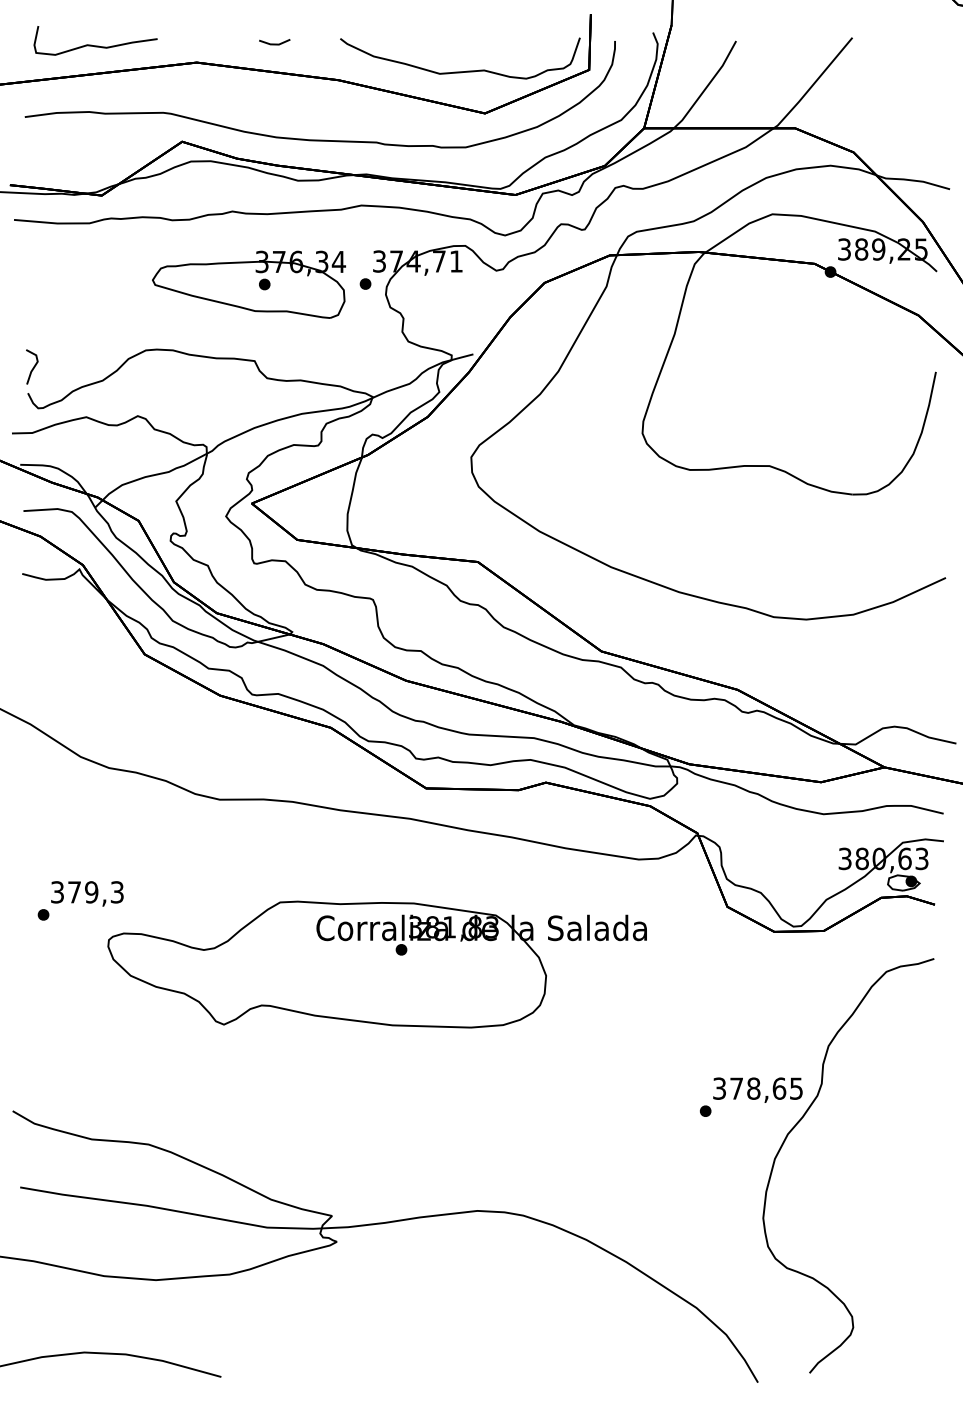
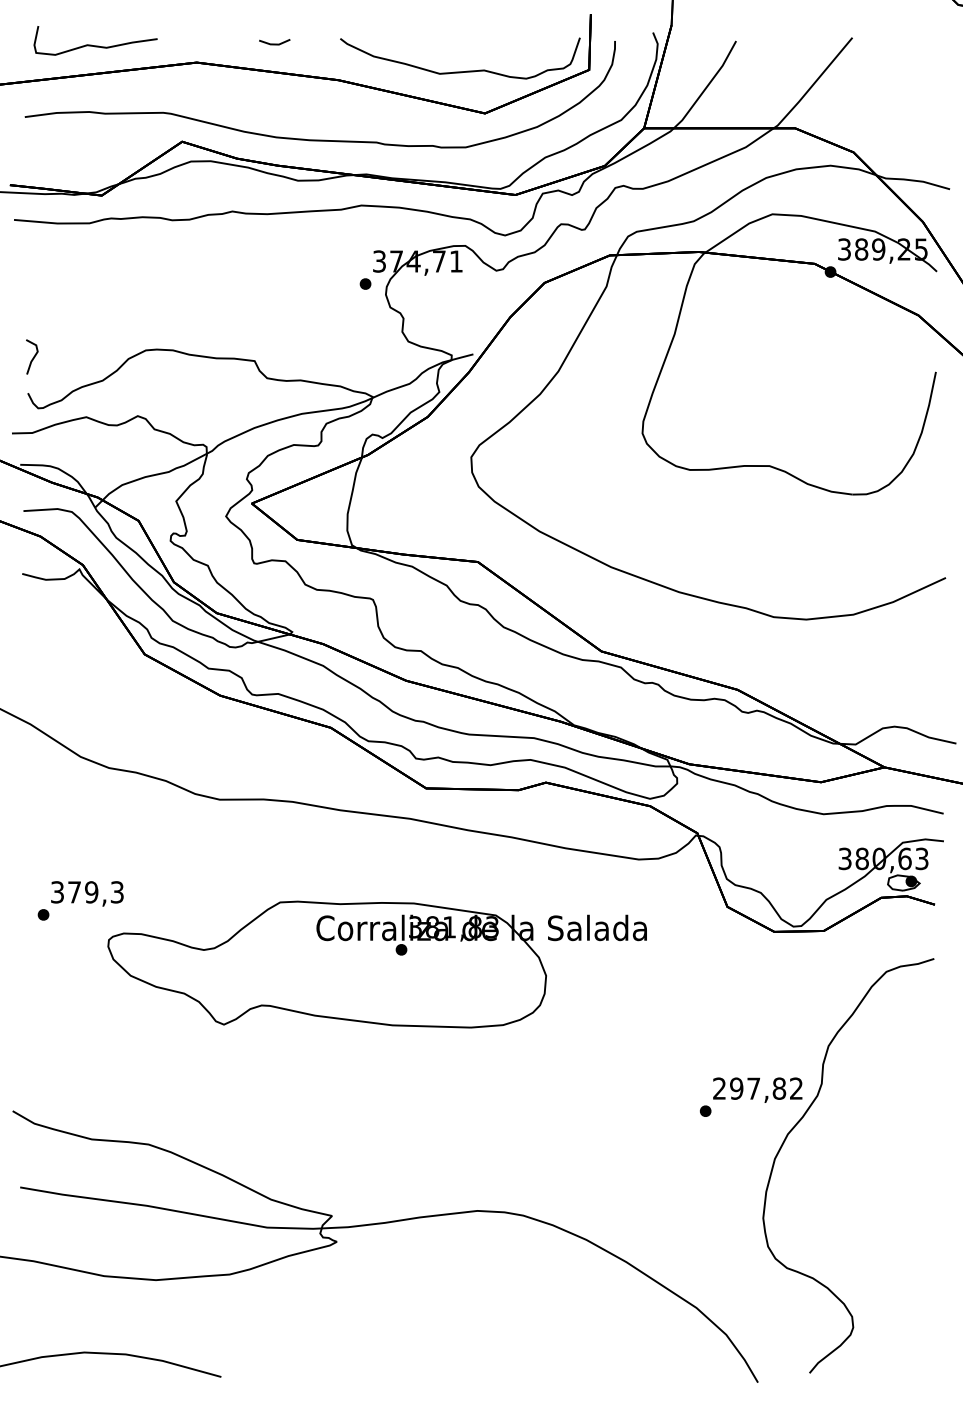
part at (248, 284): present -> none
line at (33, 366) position: (33, 366) -> (33, 356)
text at (757, 1088): 378,65 -> 297,82
